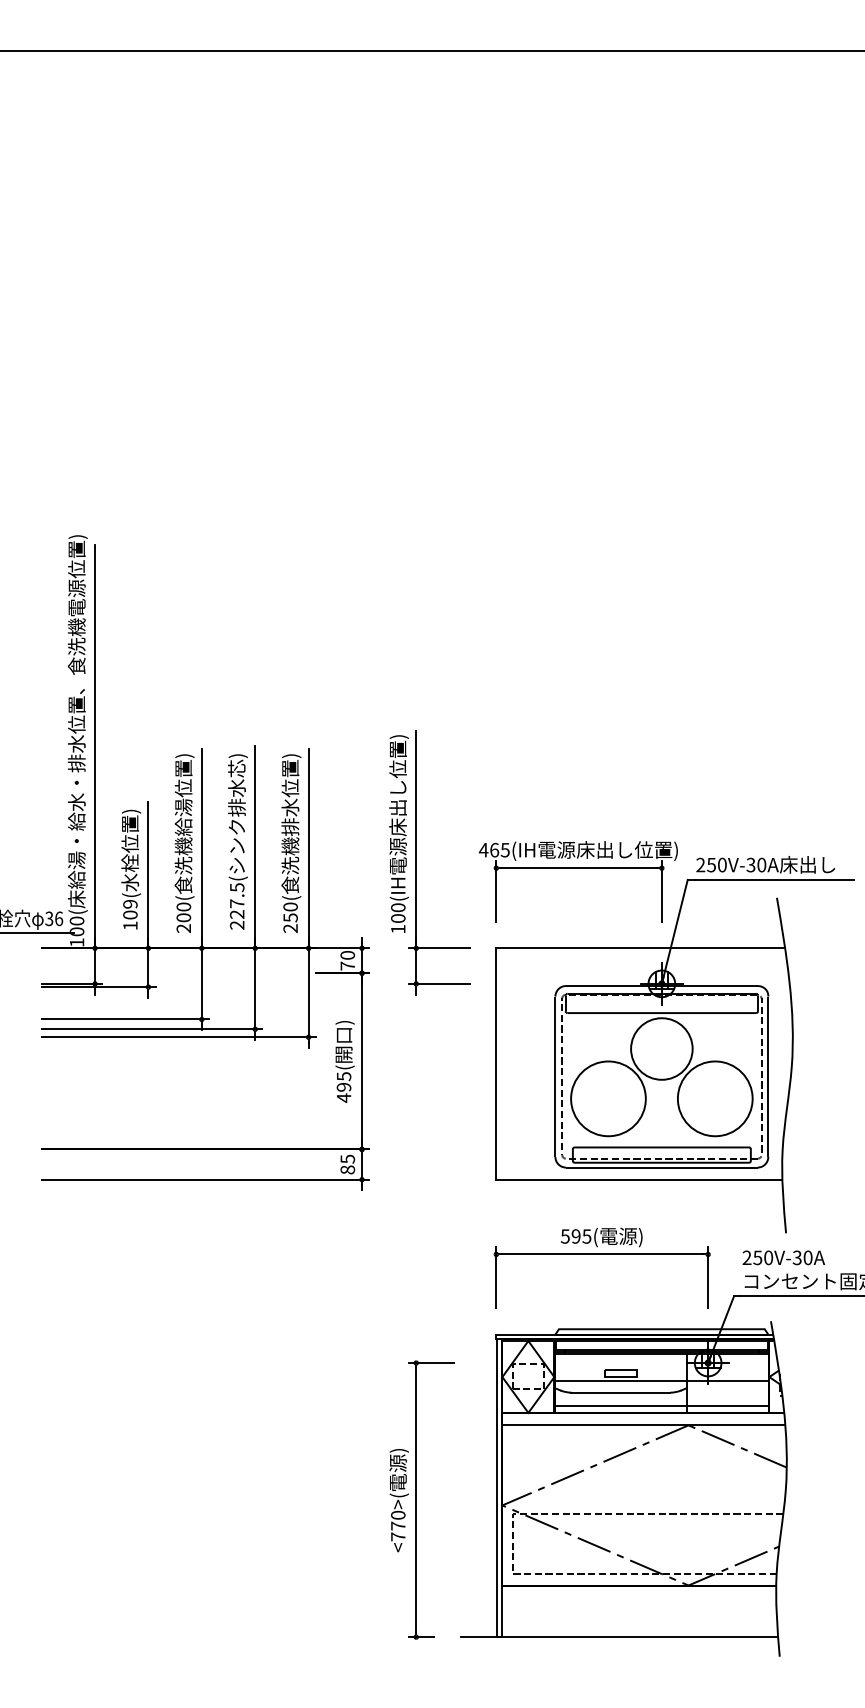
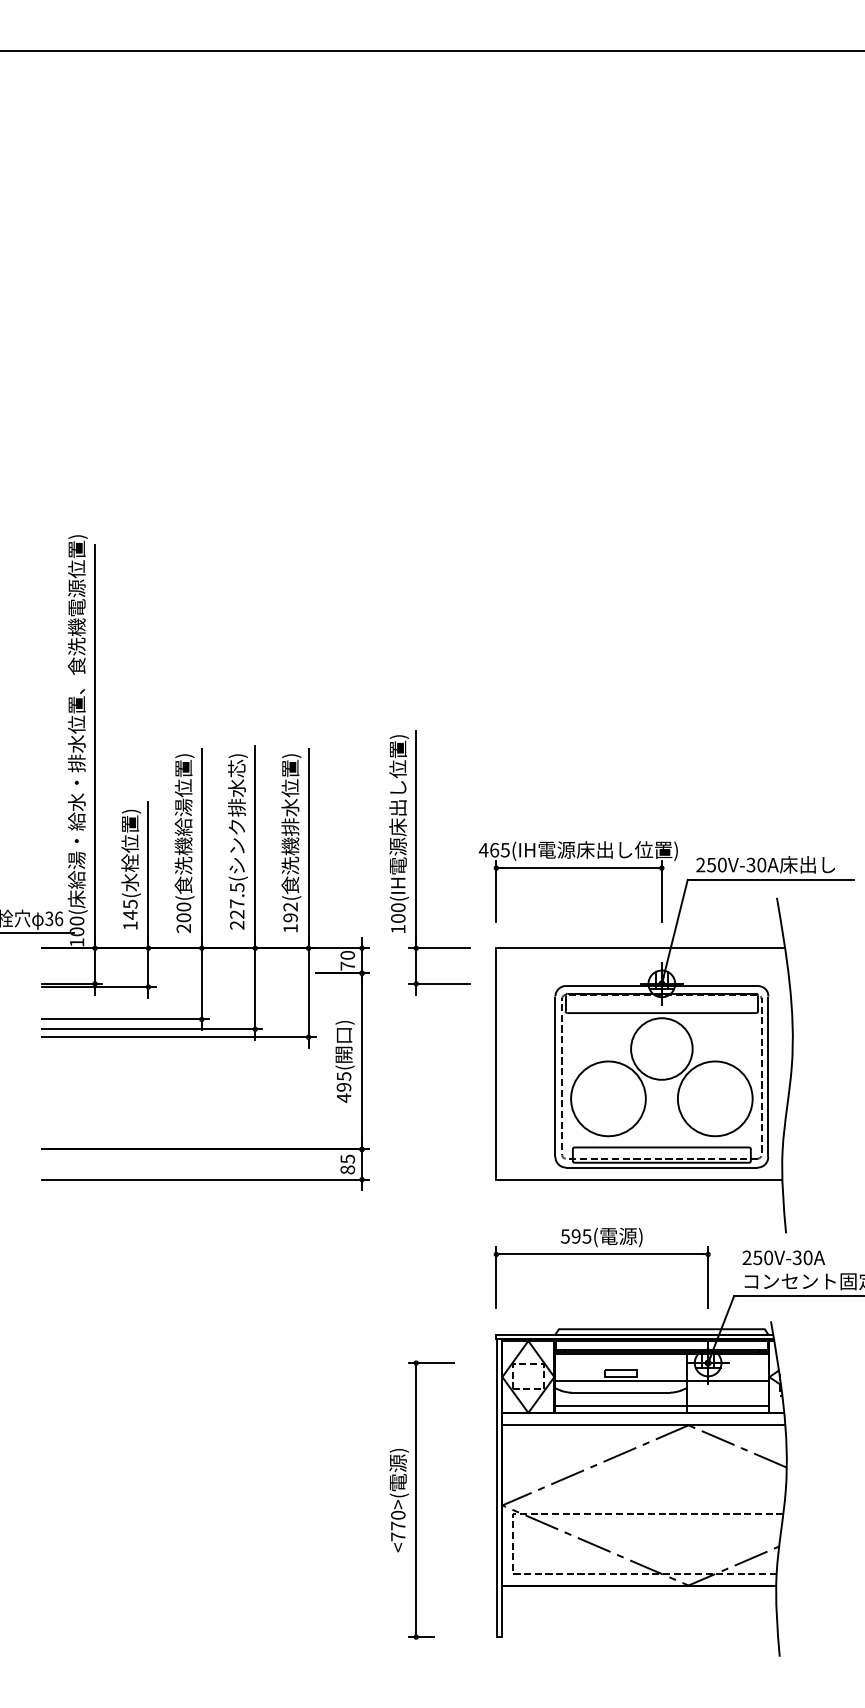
text at (130, 909): 109( -> 145(
text at (290, 917): 250( -> 192(
line at (619, 1637): present -> none
